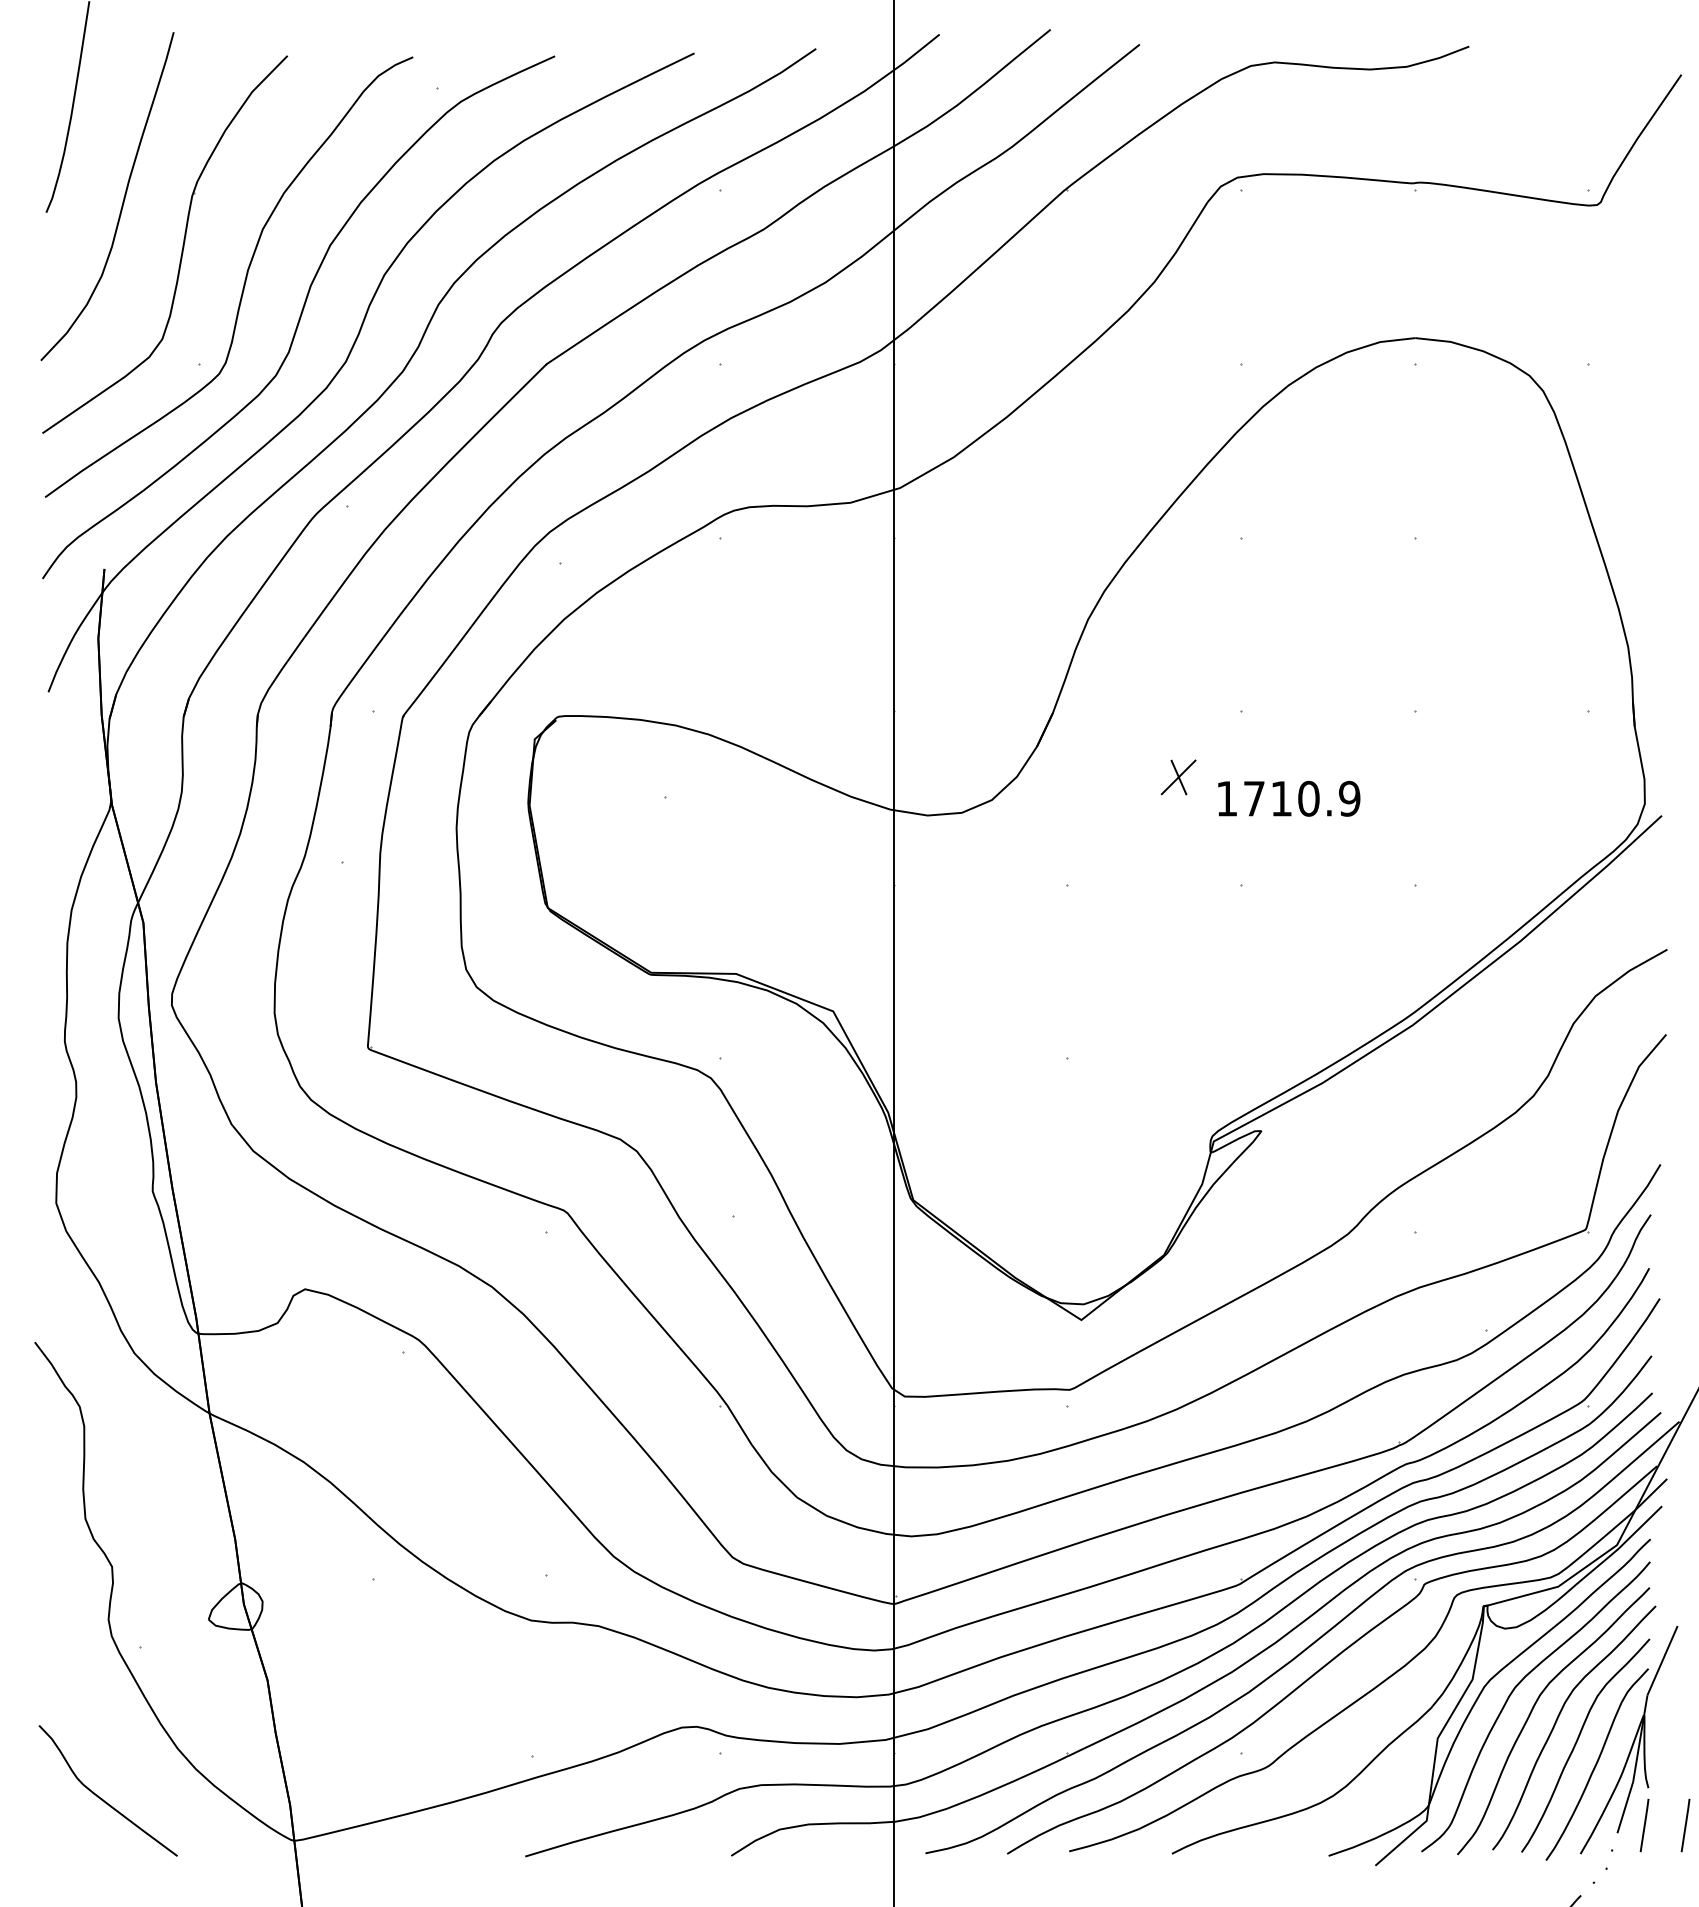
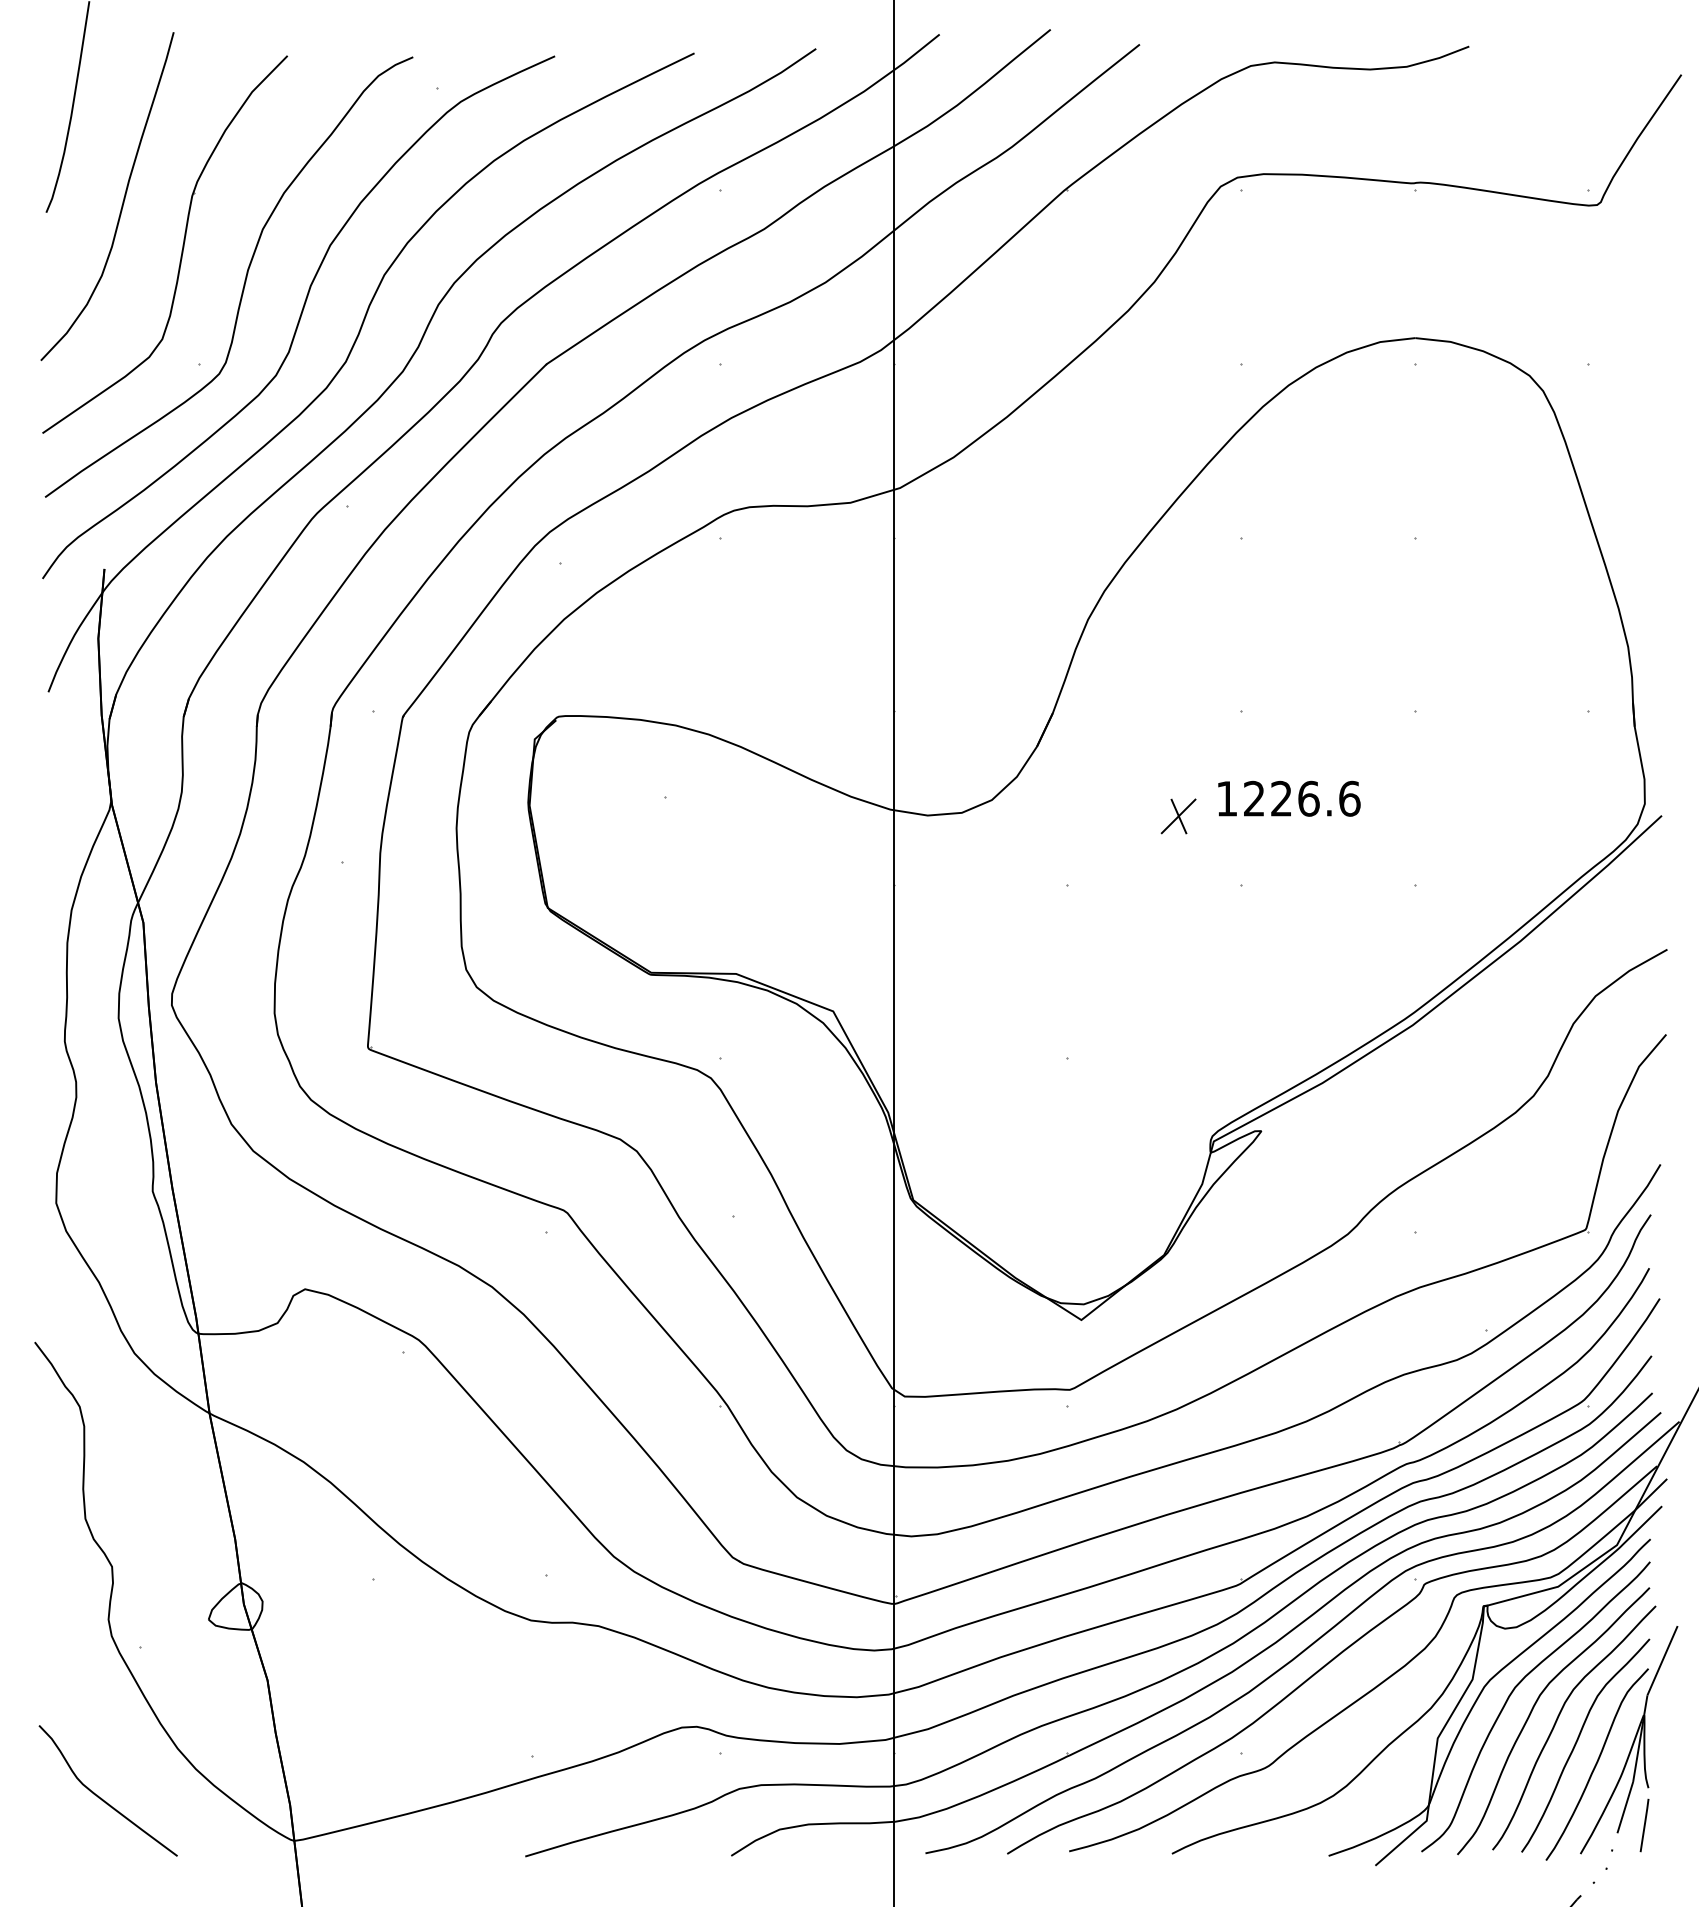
part at (1178, 777) position: (1178, 777) -> (1178, 816)
text at (1302, 798): 1710.9 -> 1226.6
line at (1685, 1825): present -> none
